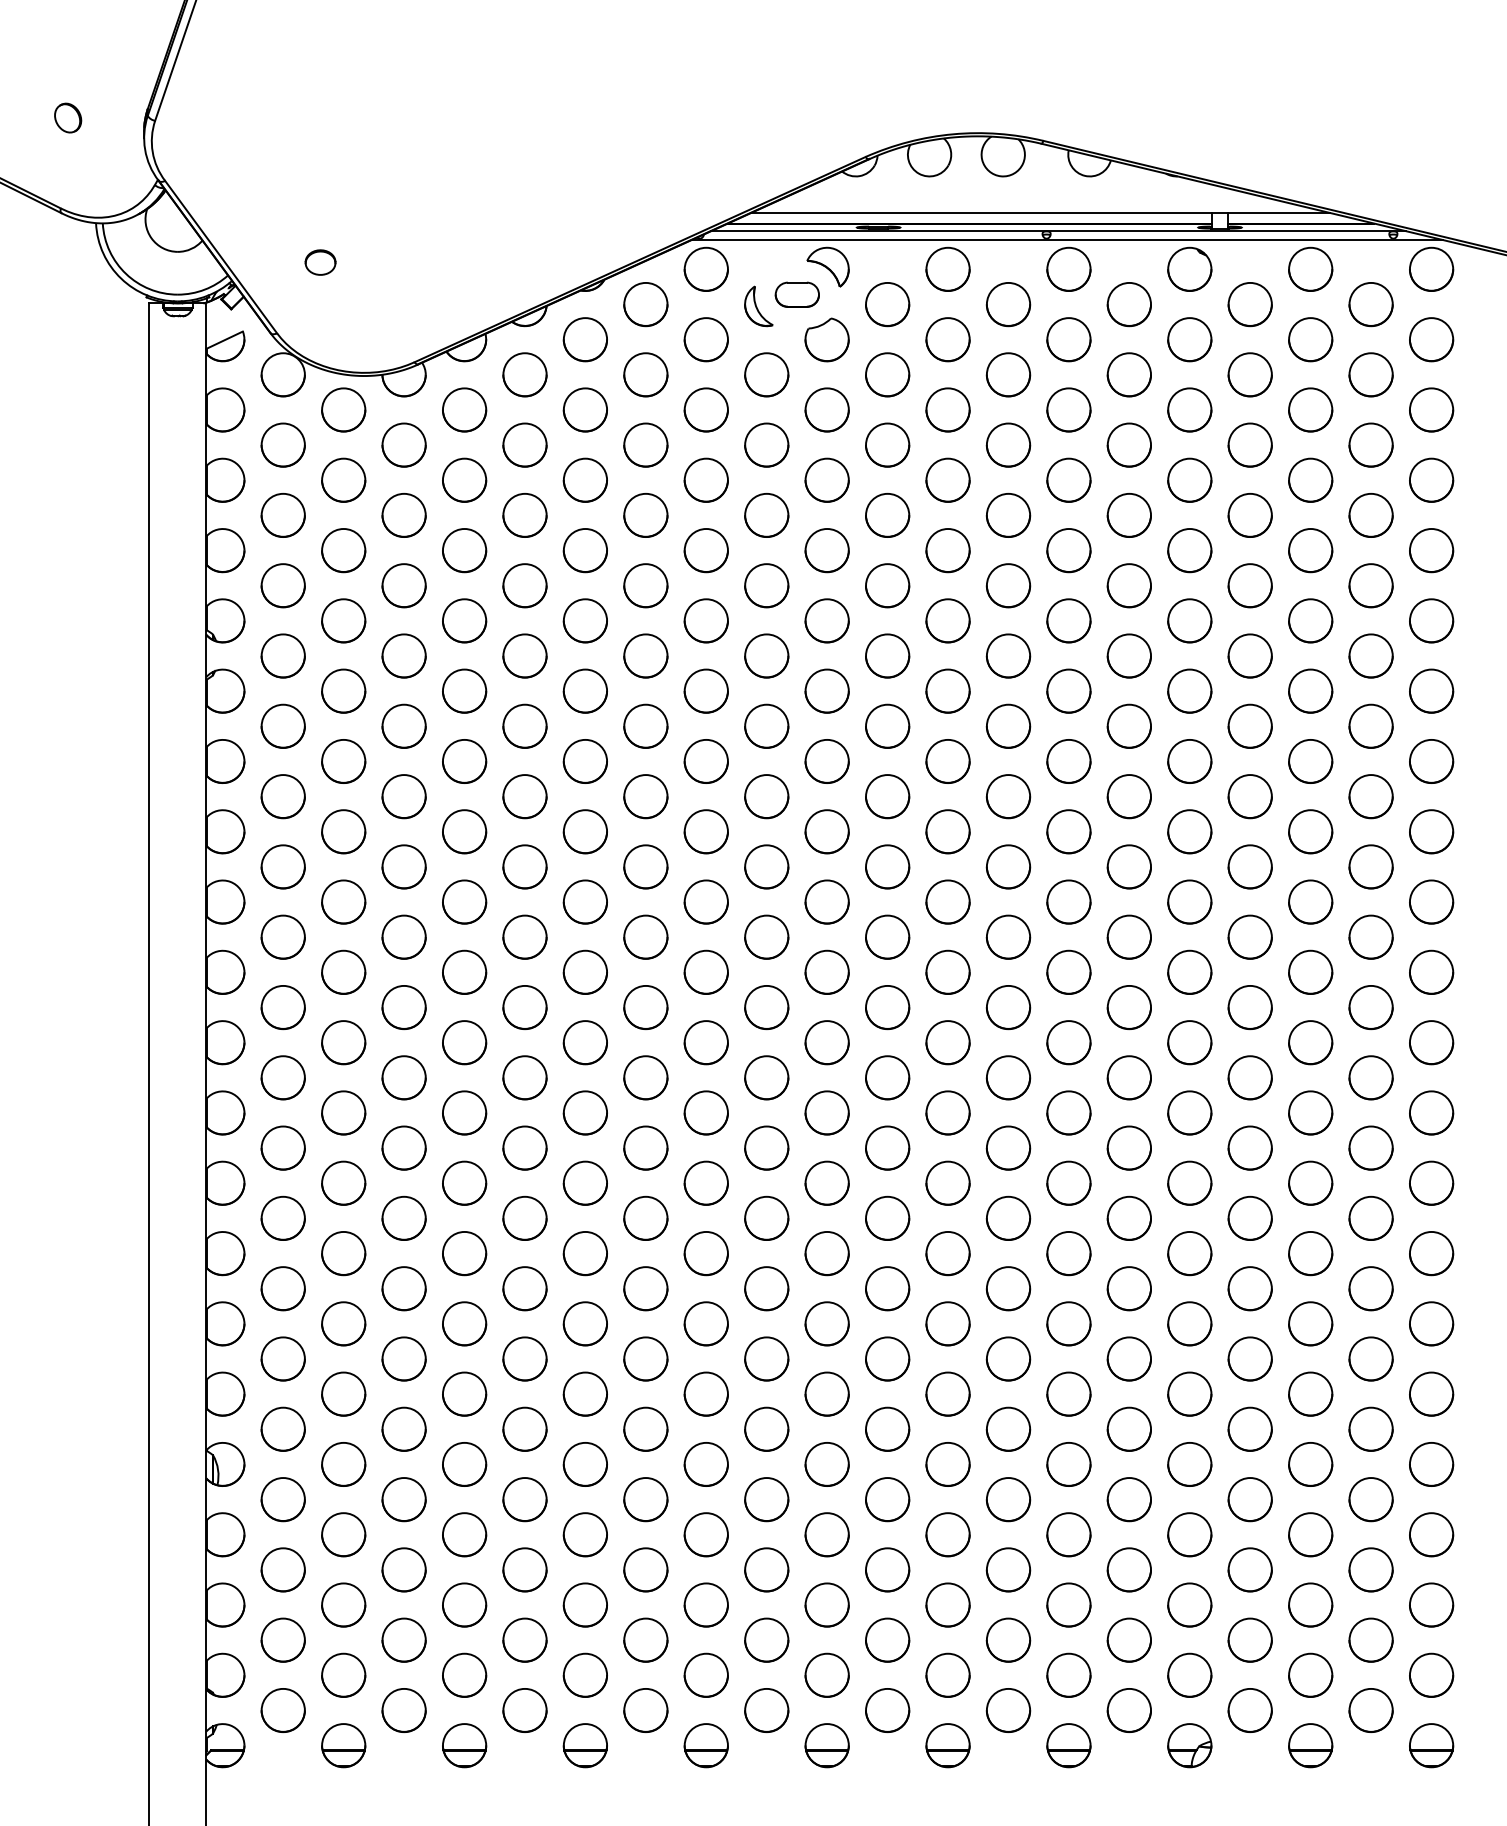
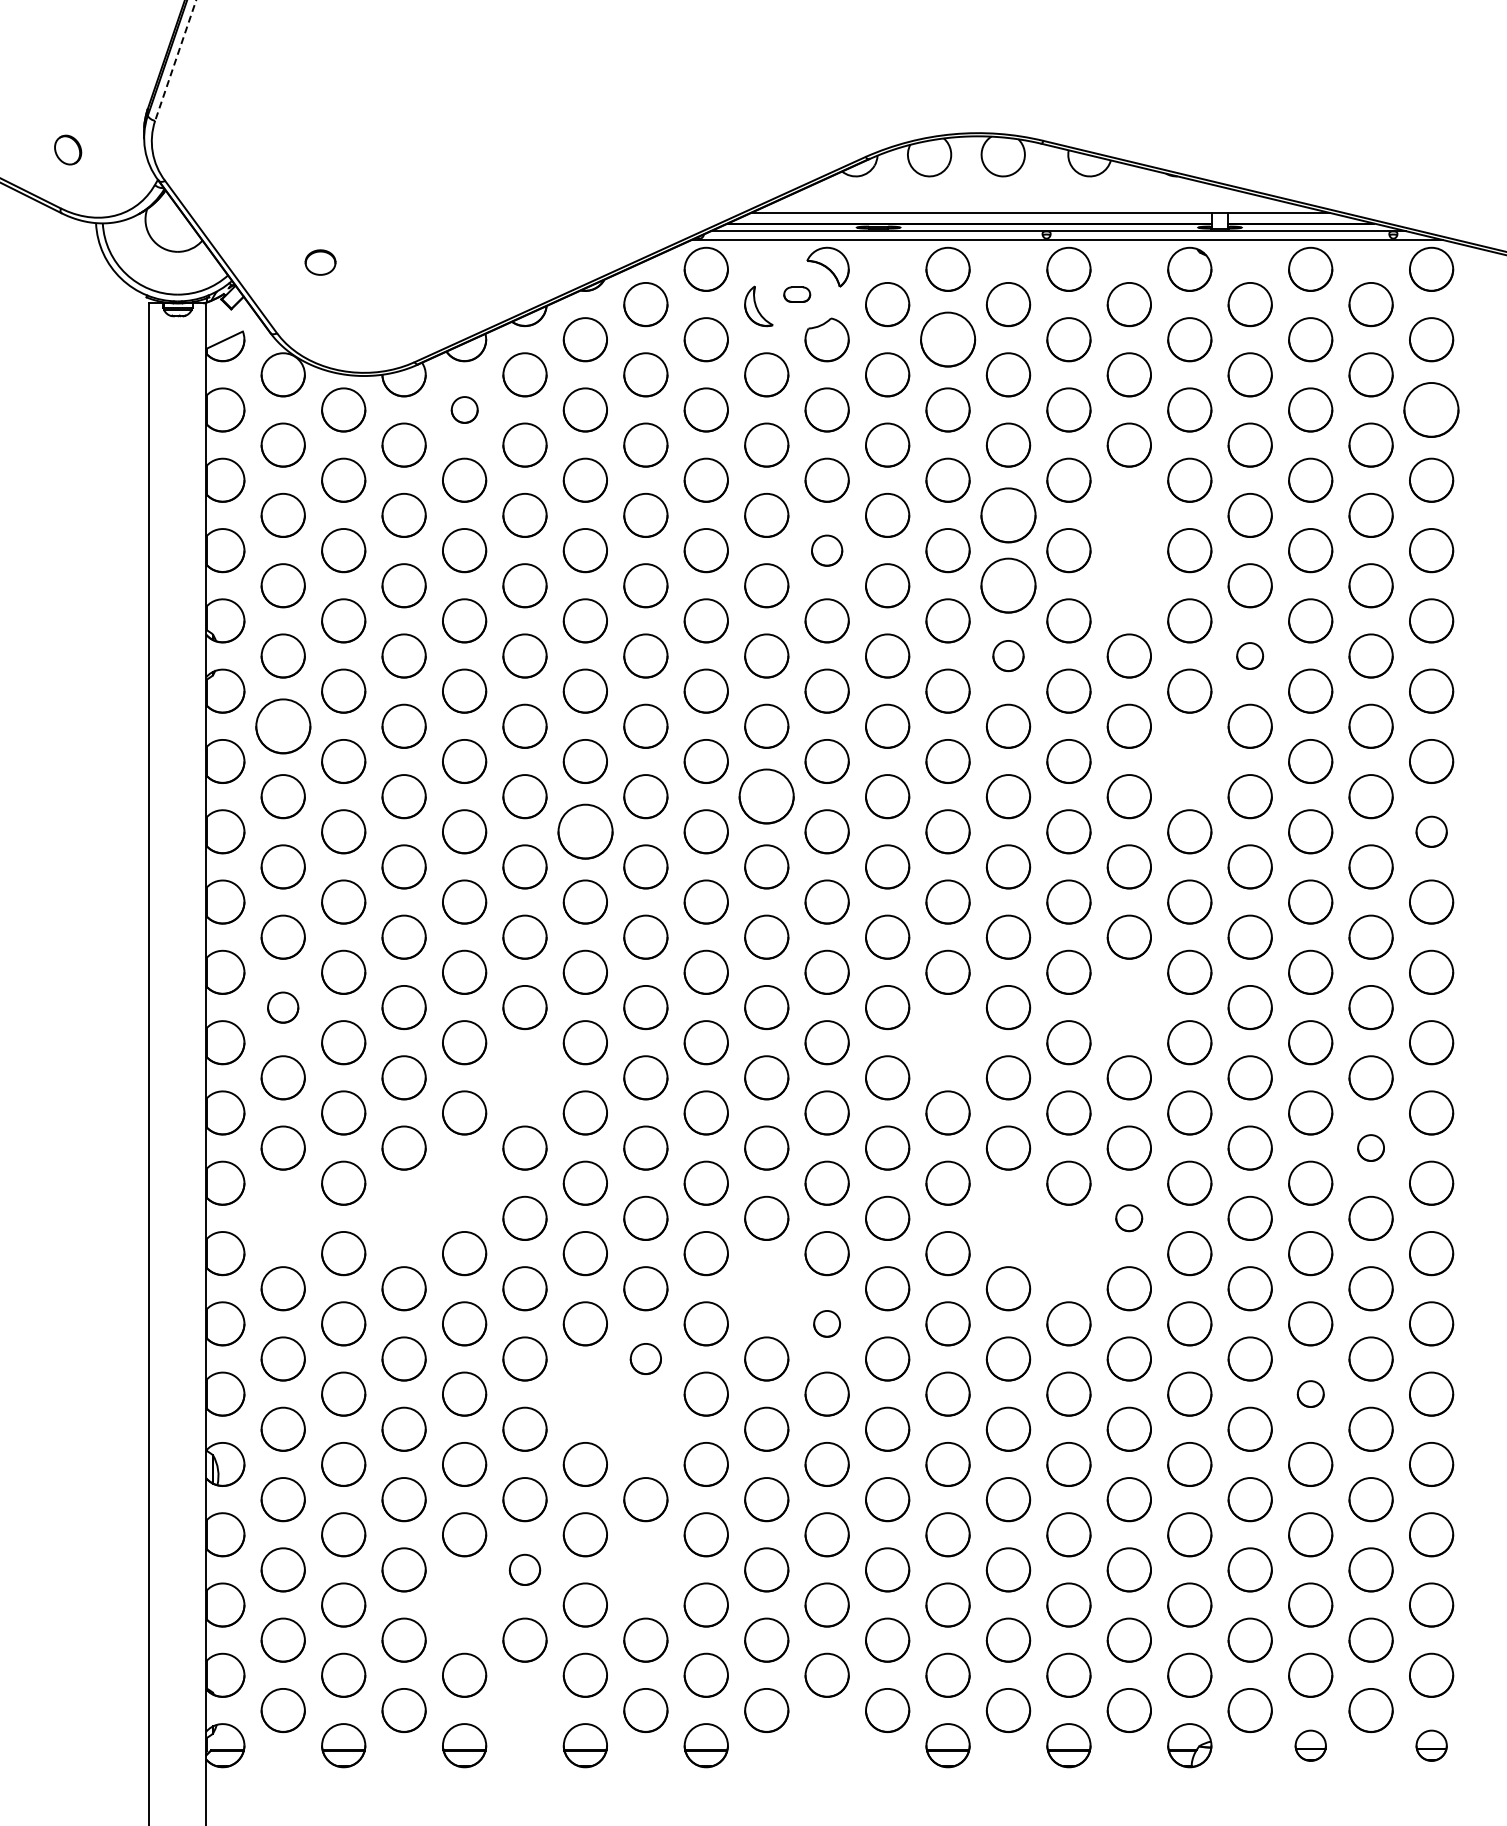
line at (175, 61): solid -> dashed
part at (68, 117) position: (68, 117) -> (68, 149)
part at (796, 294) size: 46x27 px -> 29x17 px
circle at (947, 339) size: 46x46 px -> 57x57 px
circle at (464, 409) size: 46x46 px -> 29x28 px
circle at (1431, 409) size: 46x46 px -> 57x56 px
part at (1008, 515) size: 47x45 px -> 57x57 px
circle at (1128, 515): present -> none
circle at (826, 550) size: 46x46 px -> 33x33 px
part at (1008, 585) size: 47x46 px -> 57x57 px
circle at (1128, 585): present -> none
part at (1008, 655) size: 47x46 px -> 33x33 px
circle at (1249, 655) size: 46x46 px -> 29x28 px
circle at (282, 725) size: 46x46 px -> 57x57 px
circle at (1189, 761): present -> none
circle at (766, 796) size: 46x46 px -> 57x57 px
circle at (584, 831) size: 46x46 px -> 57x57 px
circle at (1431, 831) size: 46x46 px -> 33x33 px
circle at (282, 1007) size: 46x46 px -> 33x33 px
circle at (1128, 1007): present -> none
circle at (947, 1042): present -> none
circle at (524, 1077): present -> none
circle at (1370, 1147) size: 46x46 px -> 28x28 px
circle at (464, 1182): present -> none
circle at (282, 1217): present -> none
circle at (403, 1217): present -> none
part at (1008, 1217): present -> none
circle at (1128, 1217) size: 46x46 px -> 29x29 px
circle at (1068, 1253): present -> none
circle at (766, 1288): present -> none
circle at (826, 1323) size: 46x46 px -> 28x28 px
circle at (645, 1358) size: 46x46 px -> 33x32 px
circle at (584, 1393): present -> none
circle at (1310, 1393) size: 46x46 px -> 29x28 px
circle at (645, 1428): present -> none
circle at (524, 1569) size: 46x46 px -> 34x33 px
circle at (645, 1569): present -> none
circle at (464, 1604): present -> none
circle at (524, 1710): present -> none
part at (826, 1745): present -> none
part at (1310, 1745) size: 46x46 px -> 33x33 px
part at (1431, 1745) size: 46x46 px -> 33x33 px
